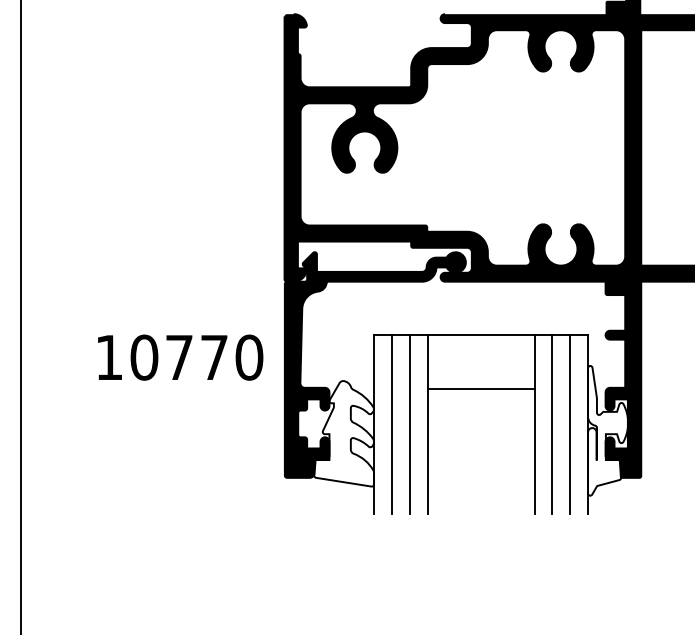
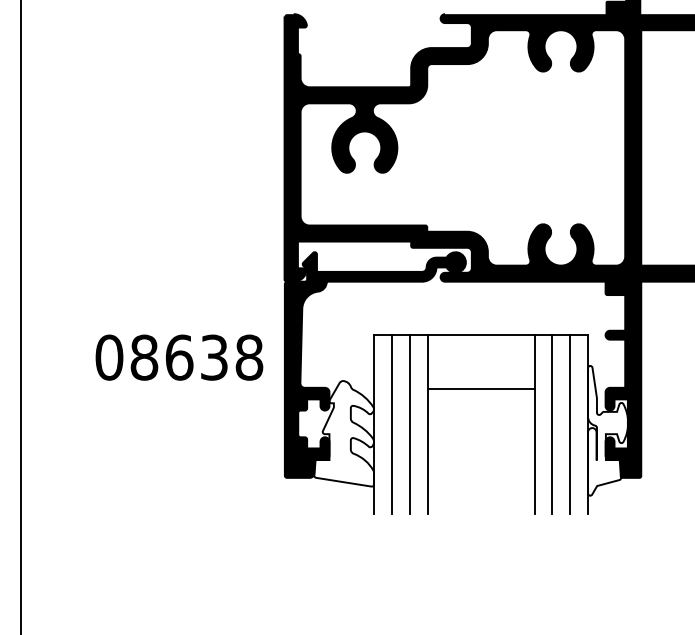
text at (179, 357): 10770 -> 08638
